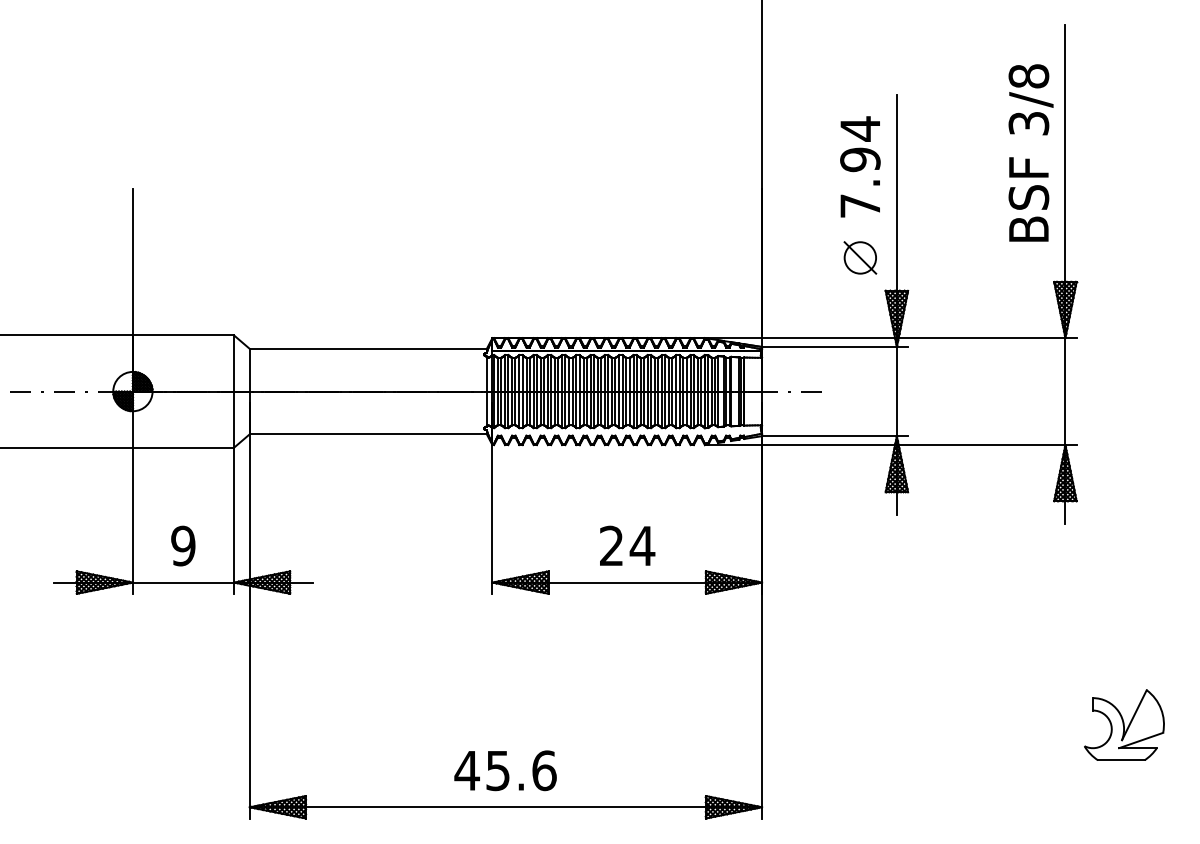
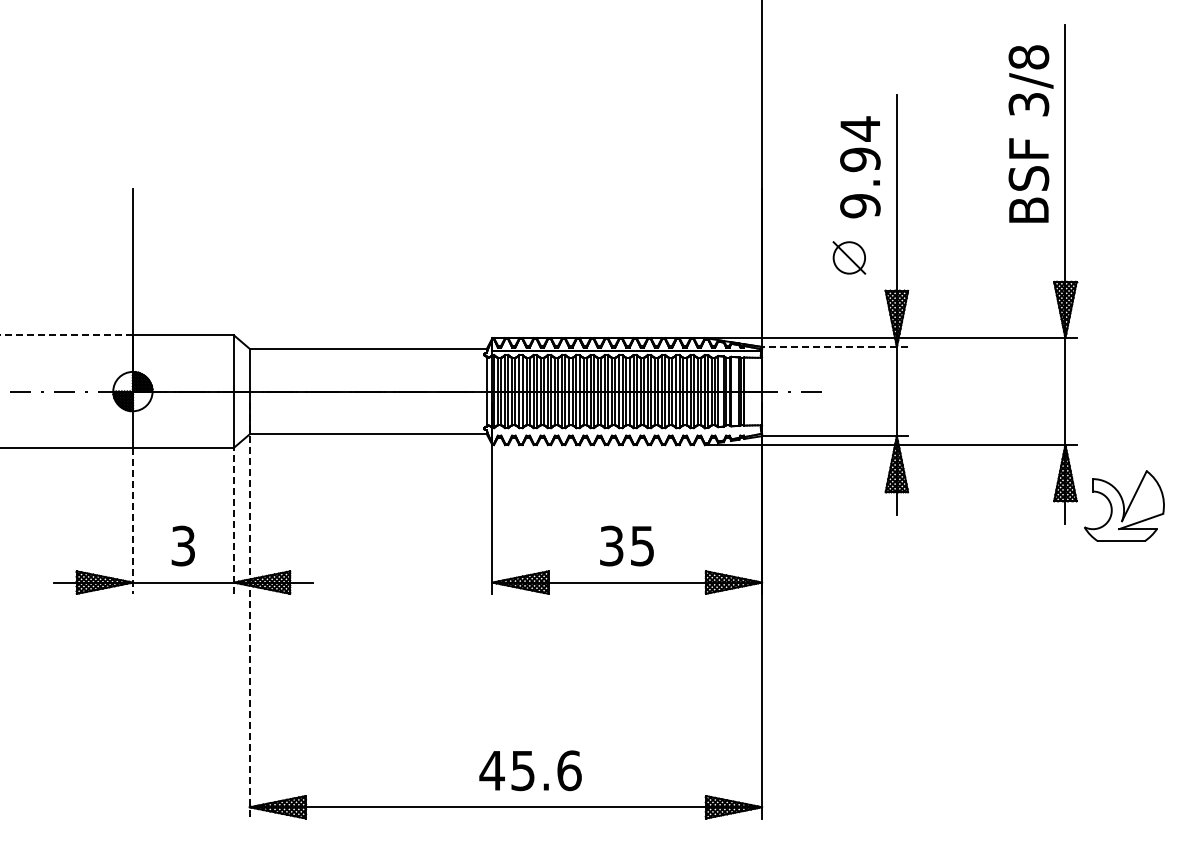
text at (1030, 152) position: (1030, 152) -> (1030, 133)
text at (860, 206): 7.94 -> 9.94
part at (860, 257) position: (860, 257) -> (849, 257)
line at (65, 335): solid -> dashed
line at (834, 346): solid -> dashed
line at (234, 520): solid -> dashed
line at (132, 521): solid -> dashed
text at (183, 545): 9 -> 3
text at (627, 546): 24 -> 35
line at (249, 610): solid -> dashed
part at (1124, 724) position: (1124, 724) -> (1124, 505)
text at (505, 770) position: (505, 770) -> (530, 770)
